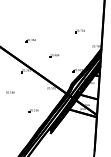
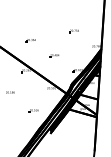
part at (79, 31) position: (79, 31) -> (73, 31)
